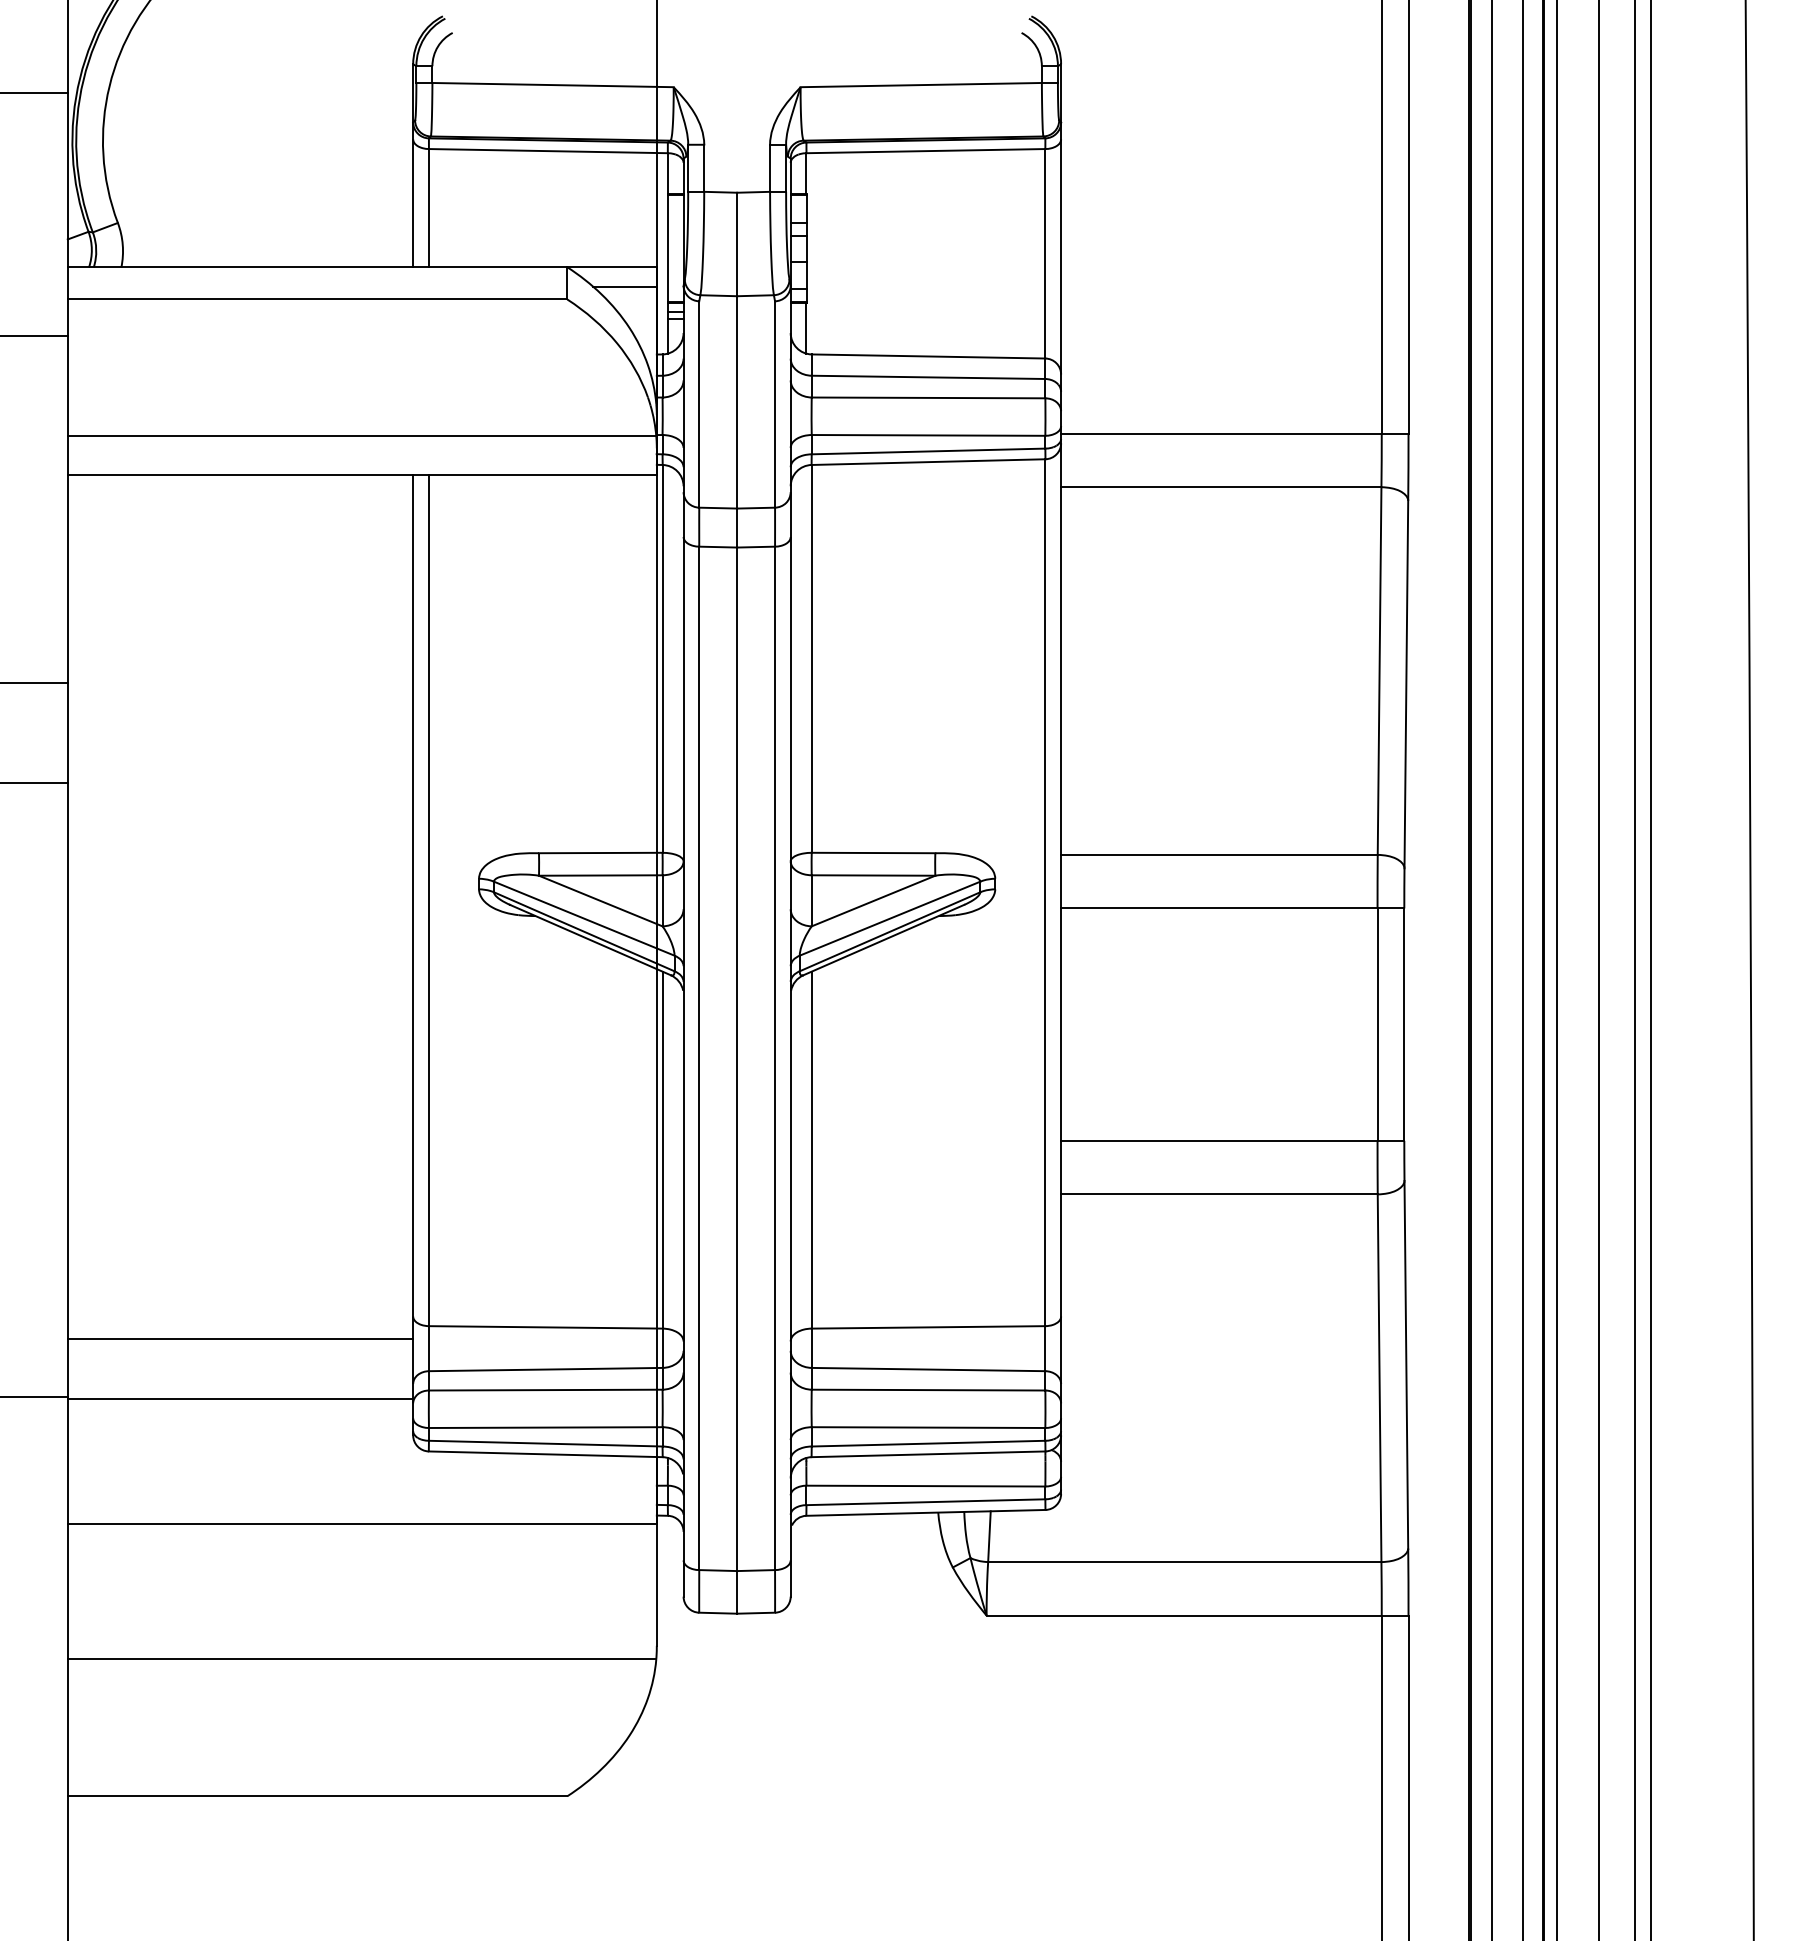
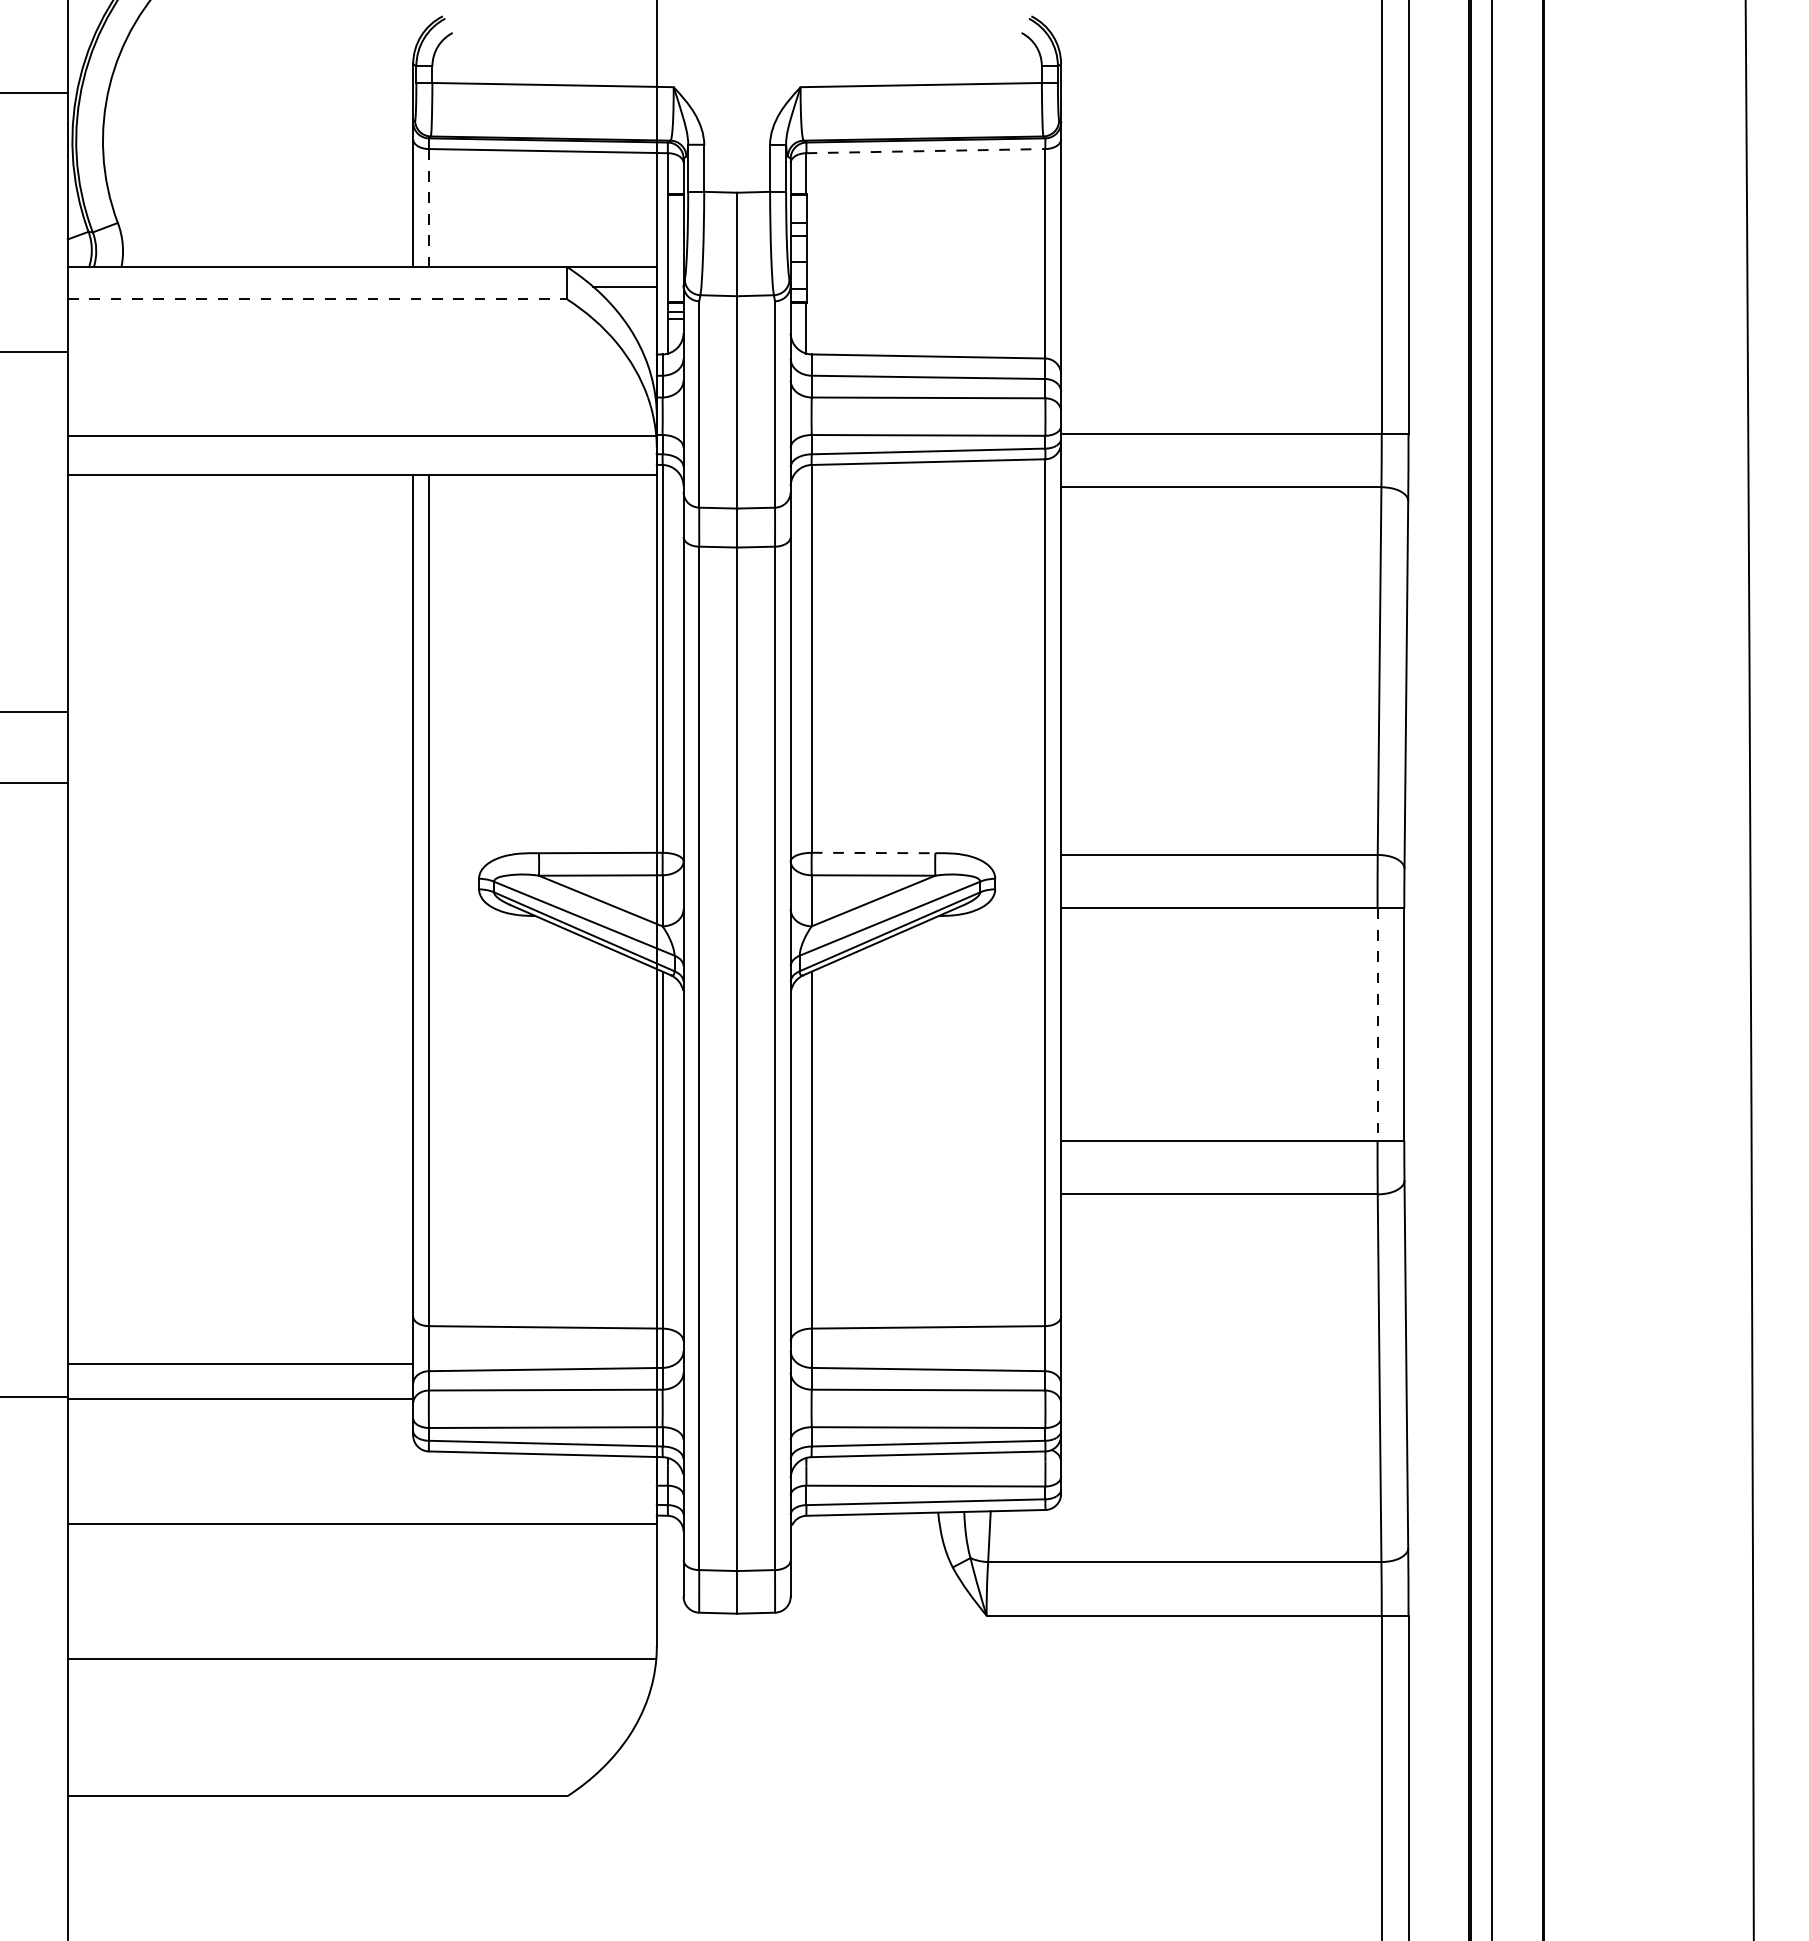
line at (926, 151): solid -> dashed
line at (428, 207): solid -> dashed
line at (317, 299): solid -> dashed
line at (34, 336) position: (34, 336) -> (34, 352)
line at (34, 683) position: (34, 683) -> (34, 712)
line at (873, 853): solid -> dashed
line at (1523, 969): present -> none
line at (1557, 969): present -> none
line at (1598, 969): present -> none
line at (1635, 969): present -> none
line at (1650, 969): present -> none
line at (1377, 1025): solid -> dashed
line at (240, 1338) position: (240, 1338) -> (240, 1363)
